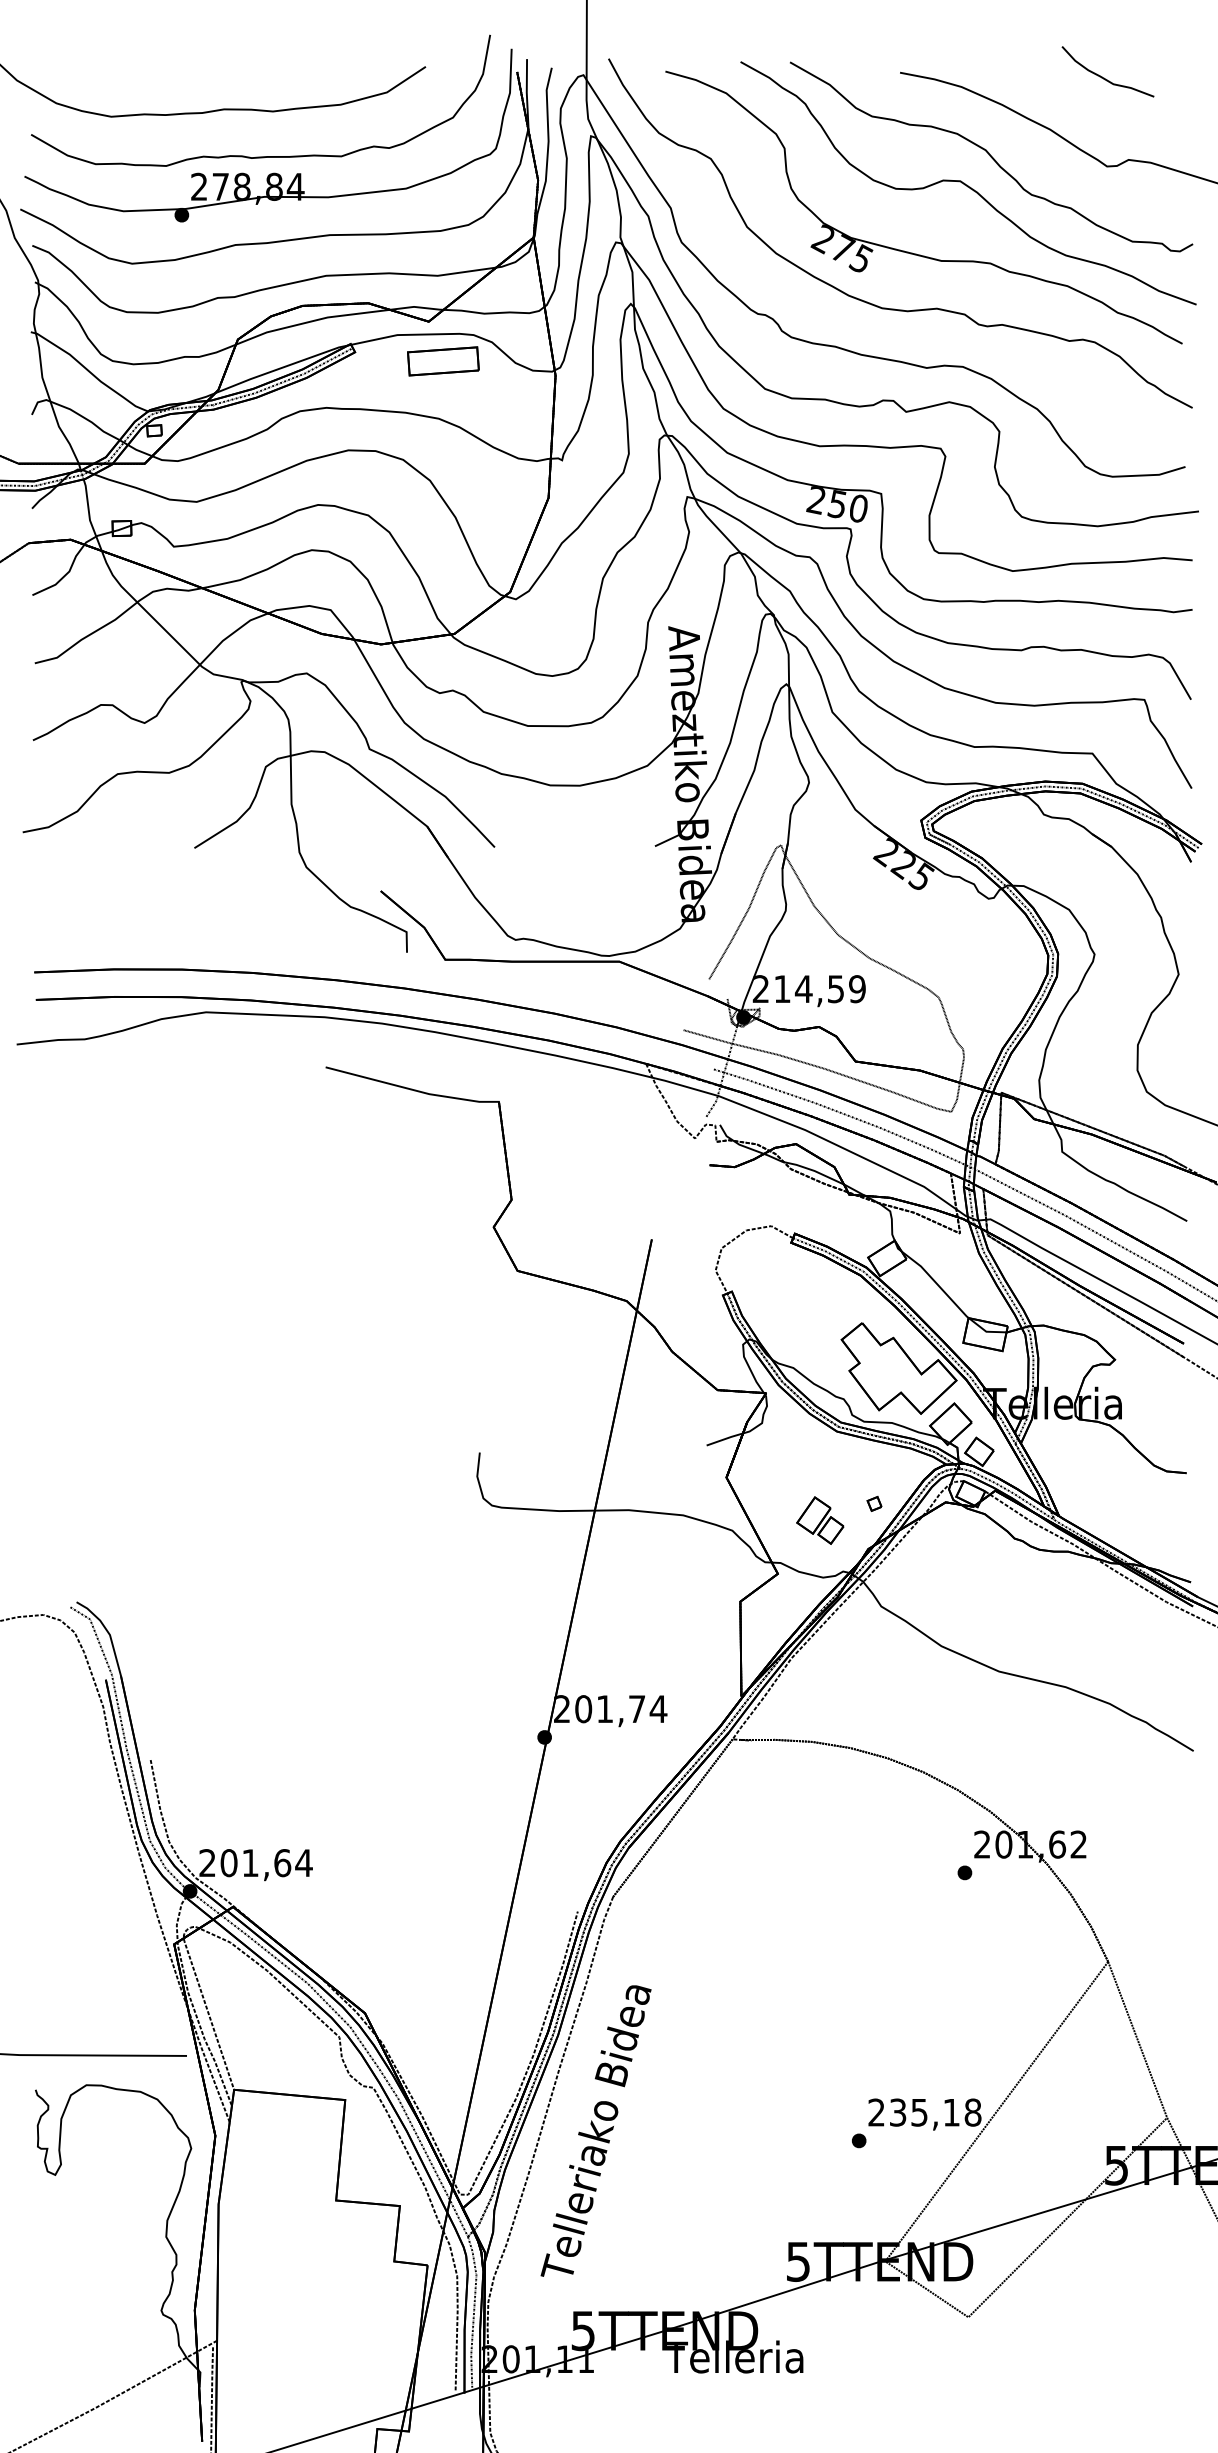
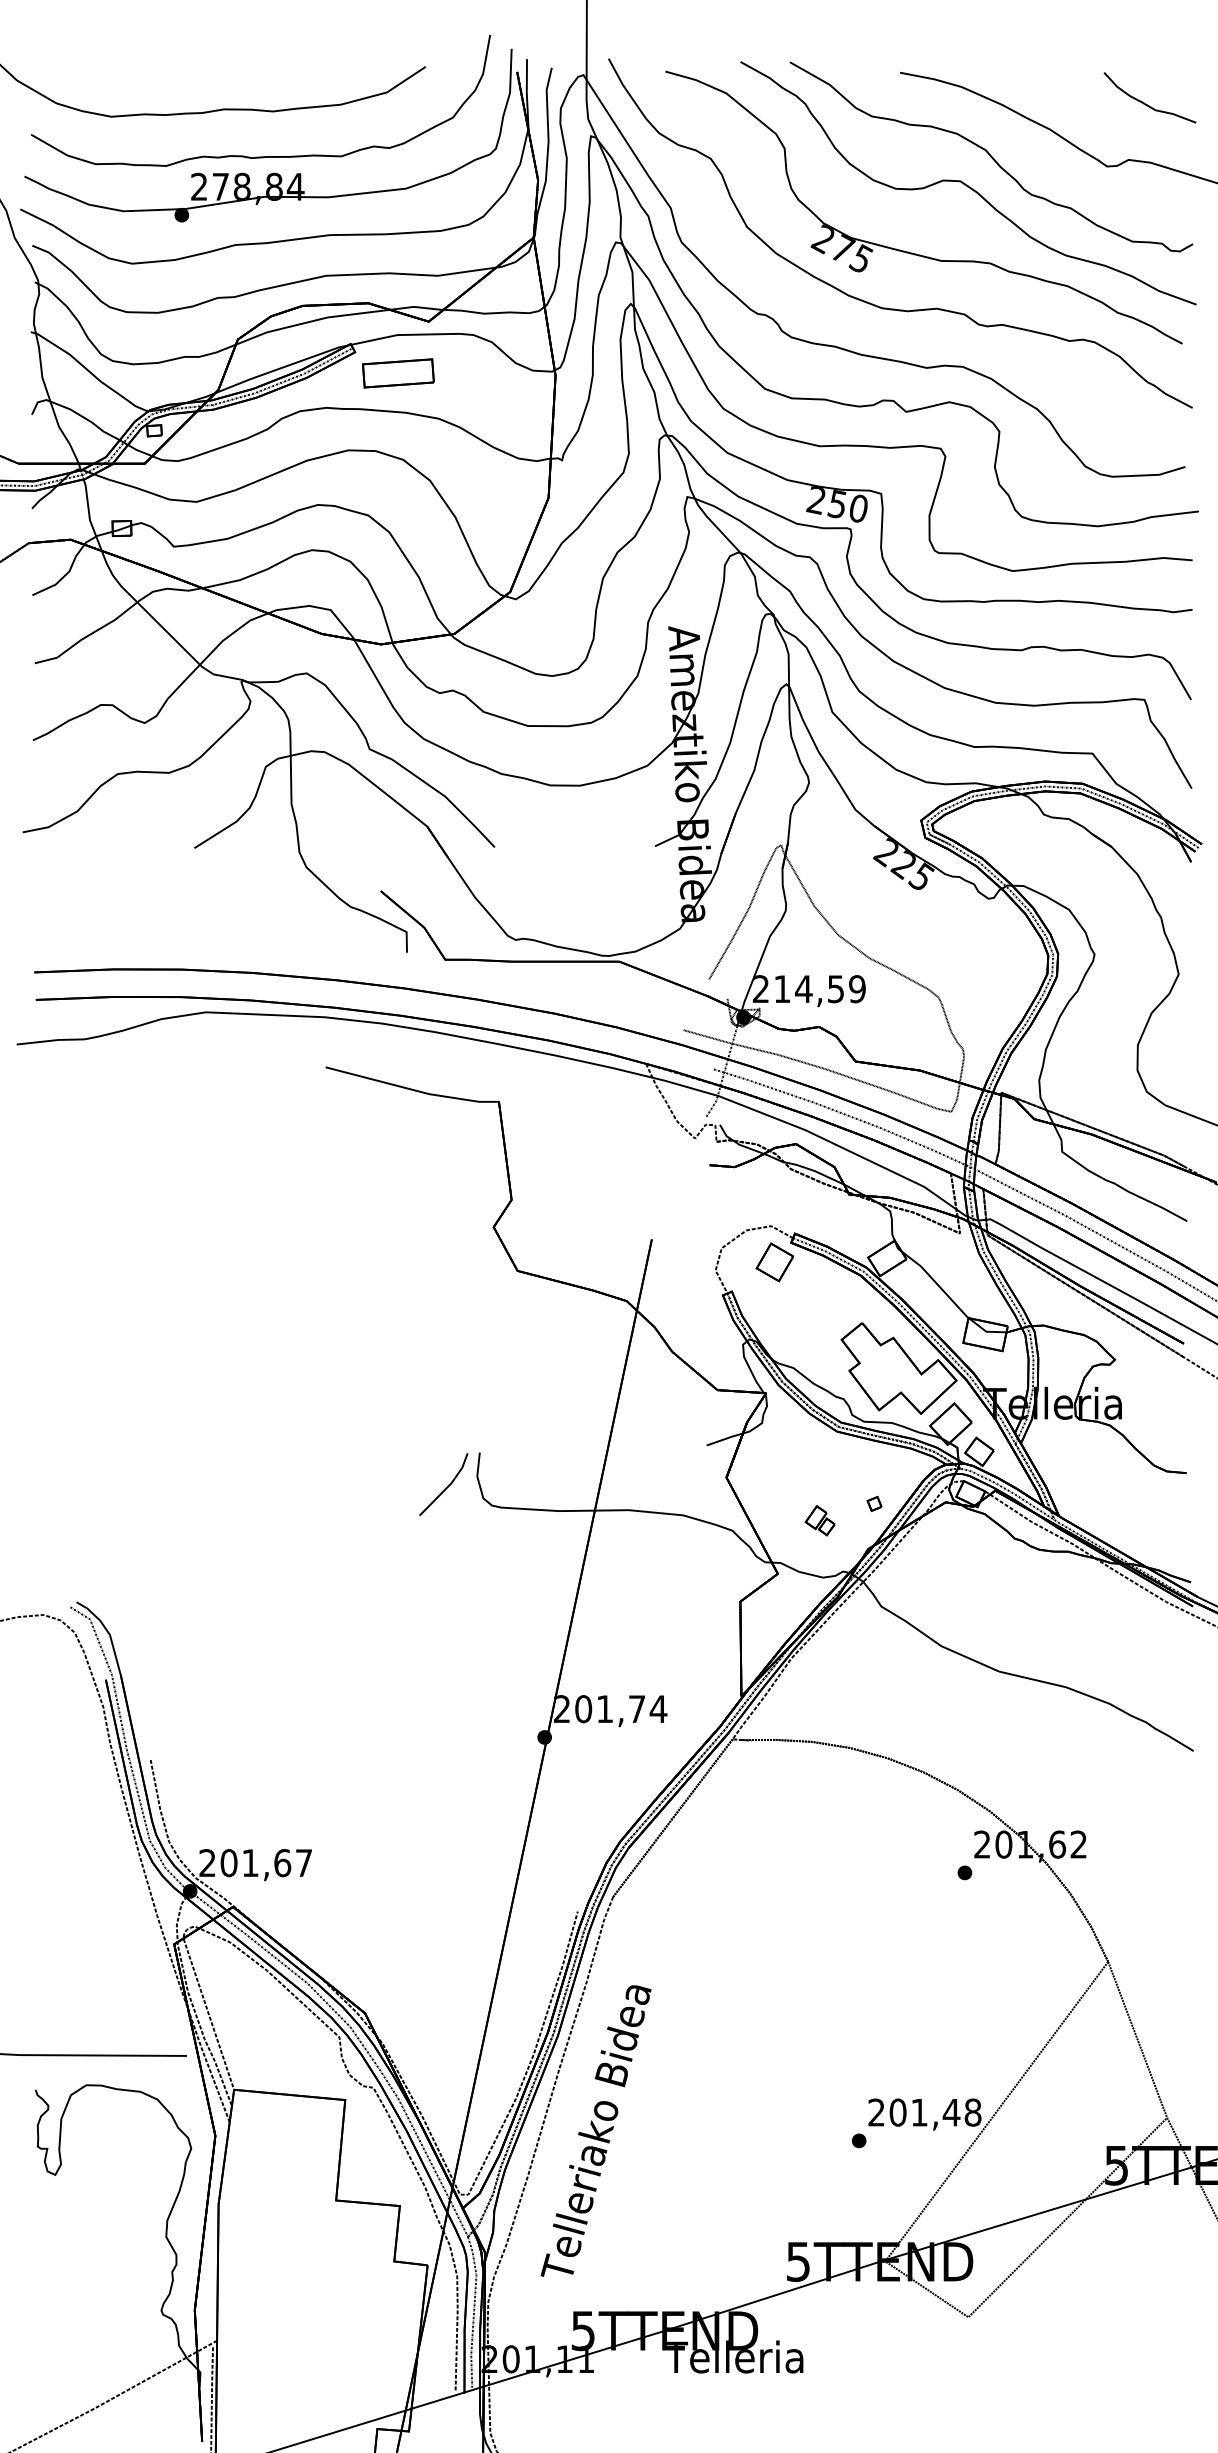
curve at (1104, 77) position: (1104, 77) -> (1146, 103)
part at (443, 361) position: (443, 361) -> (398, 373)
part at (774, 1262): none -> present
line at (446, 1486): none -> present
part at (820, 1520) size: 49x49 px -> 32x32 px
text at (303, 1862): 201,64 -> 201,67
text at (924, 2112): 235,18 -> 201,48
